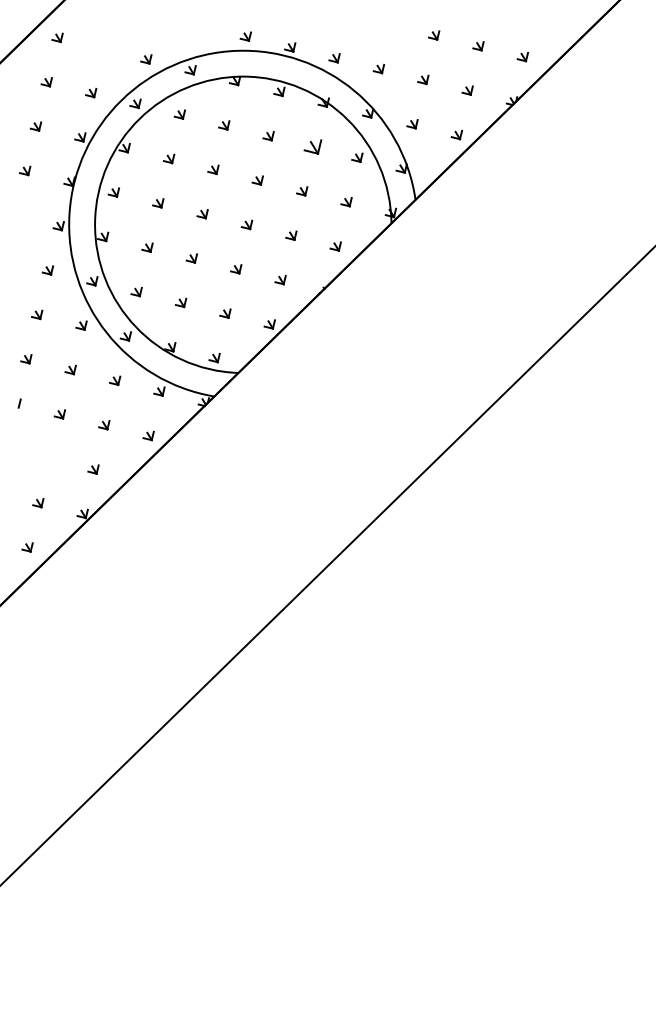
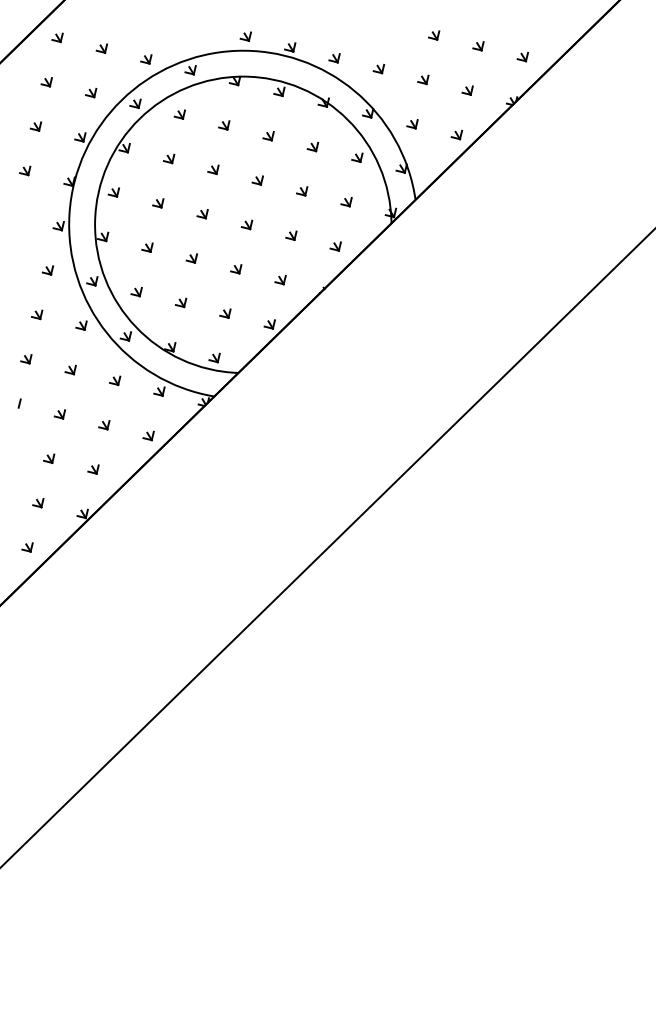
part at (101, 48): none -> present
part at (312, 146) size: 20x16 px -> 14x12 px
part at (49, 458): none -> present
line at (327, 565) position: (327, 565) -> (327, 548)
